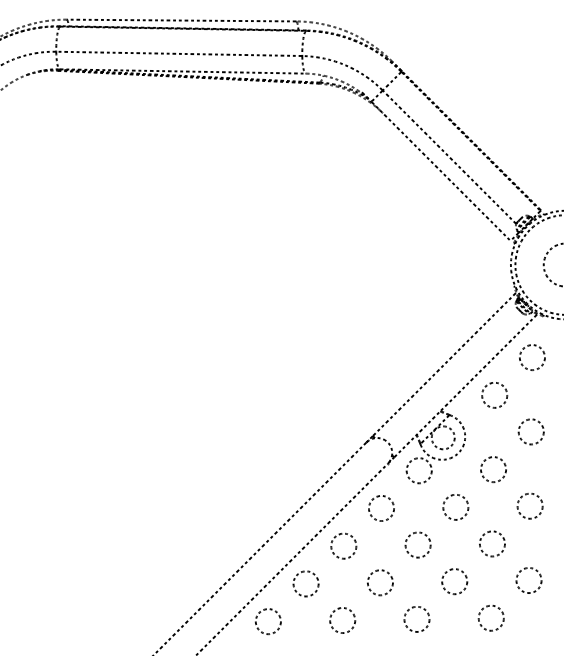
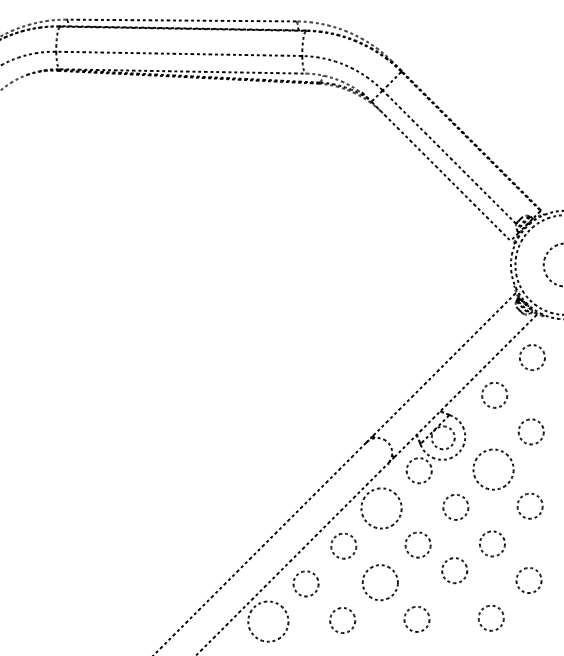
circle at (493, 469) diameter: 25 px -> 40 px
circle at (381, 508) diameter: 25 px -> 40 px
circle at (454, 581) position: (454, 581) -> (454, 570)
circle at (380, 582) size: 27x28 px -> 38x38 px
circle at (267, 621) diameter: 25 px -> 40 px
